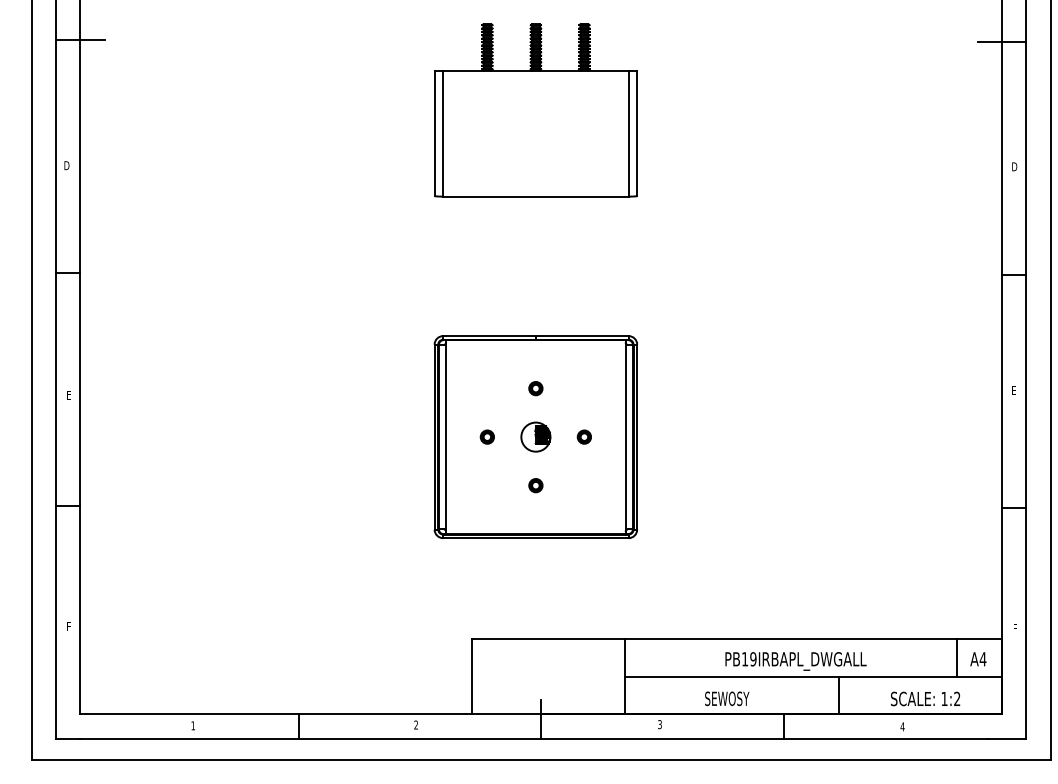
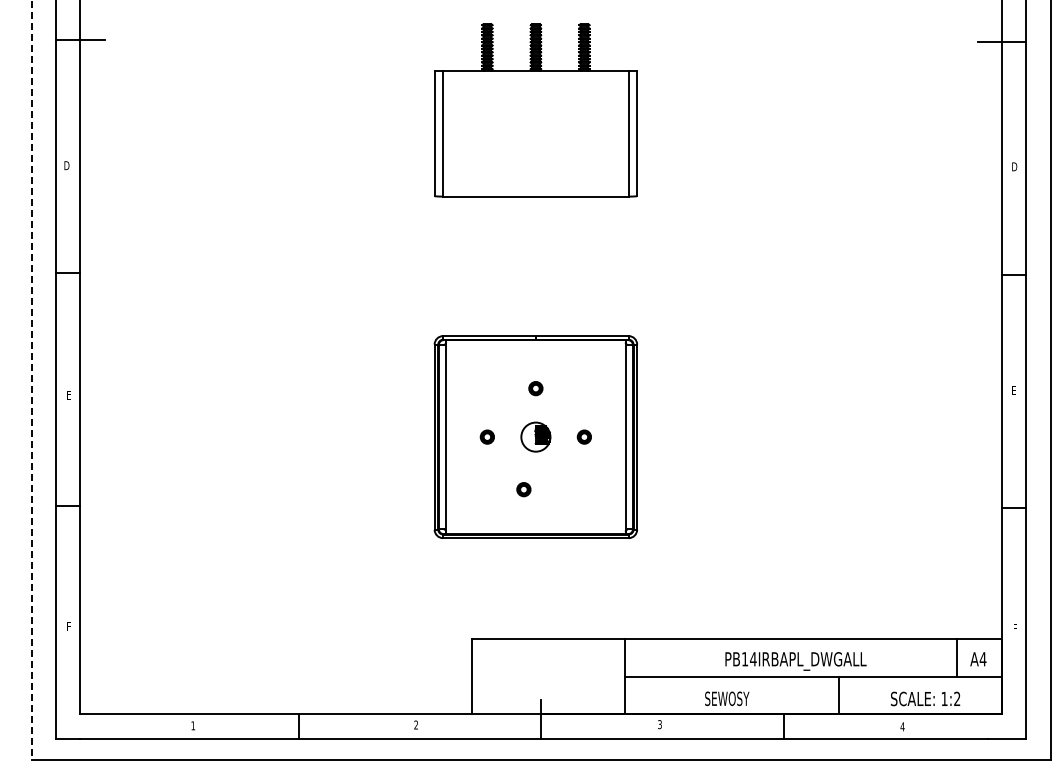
line at (31, 380): solid -> dashed
part at (535, 485) position: (535, 485) -> (523, 489)
text at (753, 659): PB19IRBAPL_DWGALL -> PB14IRBAPL_DWGALL
